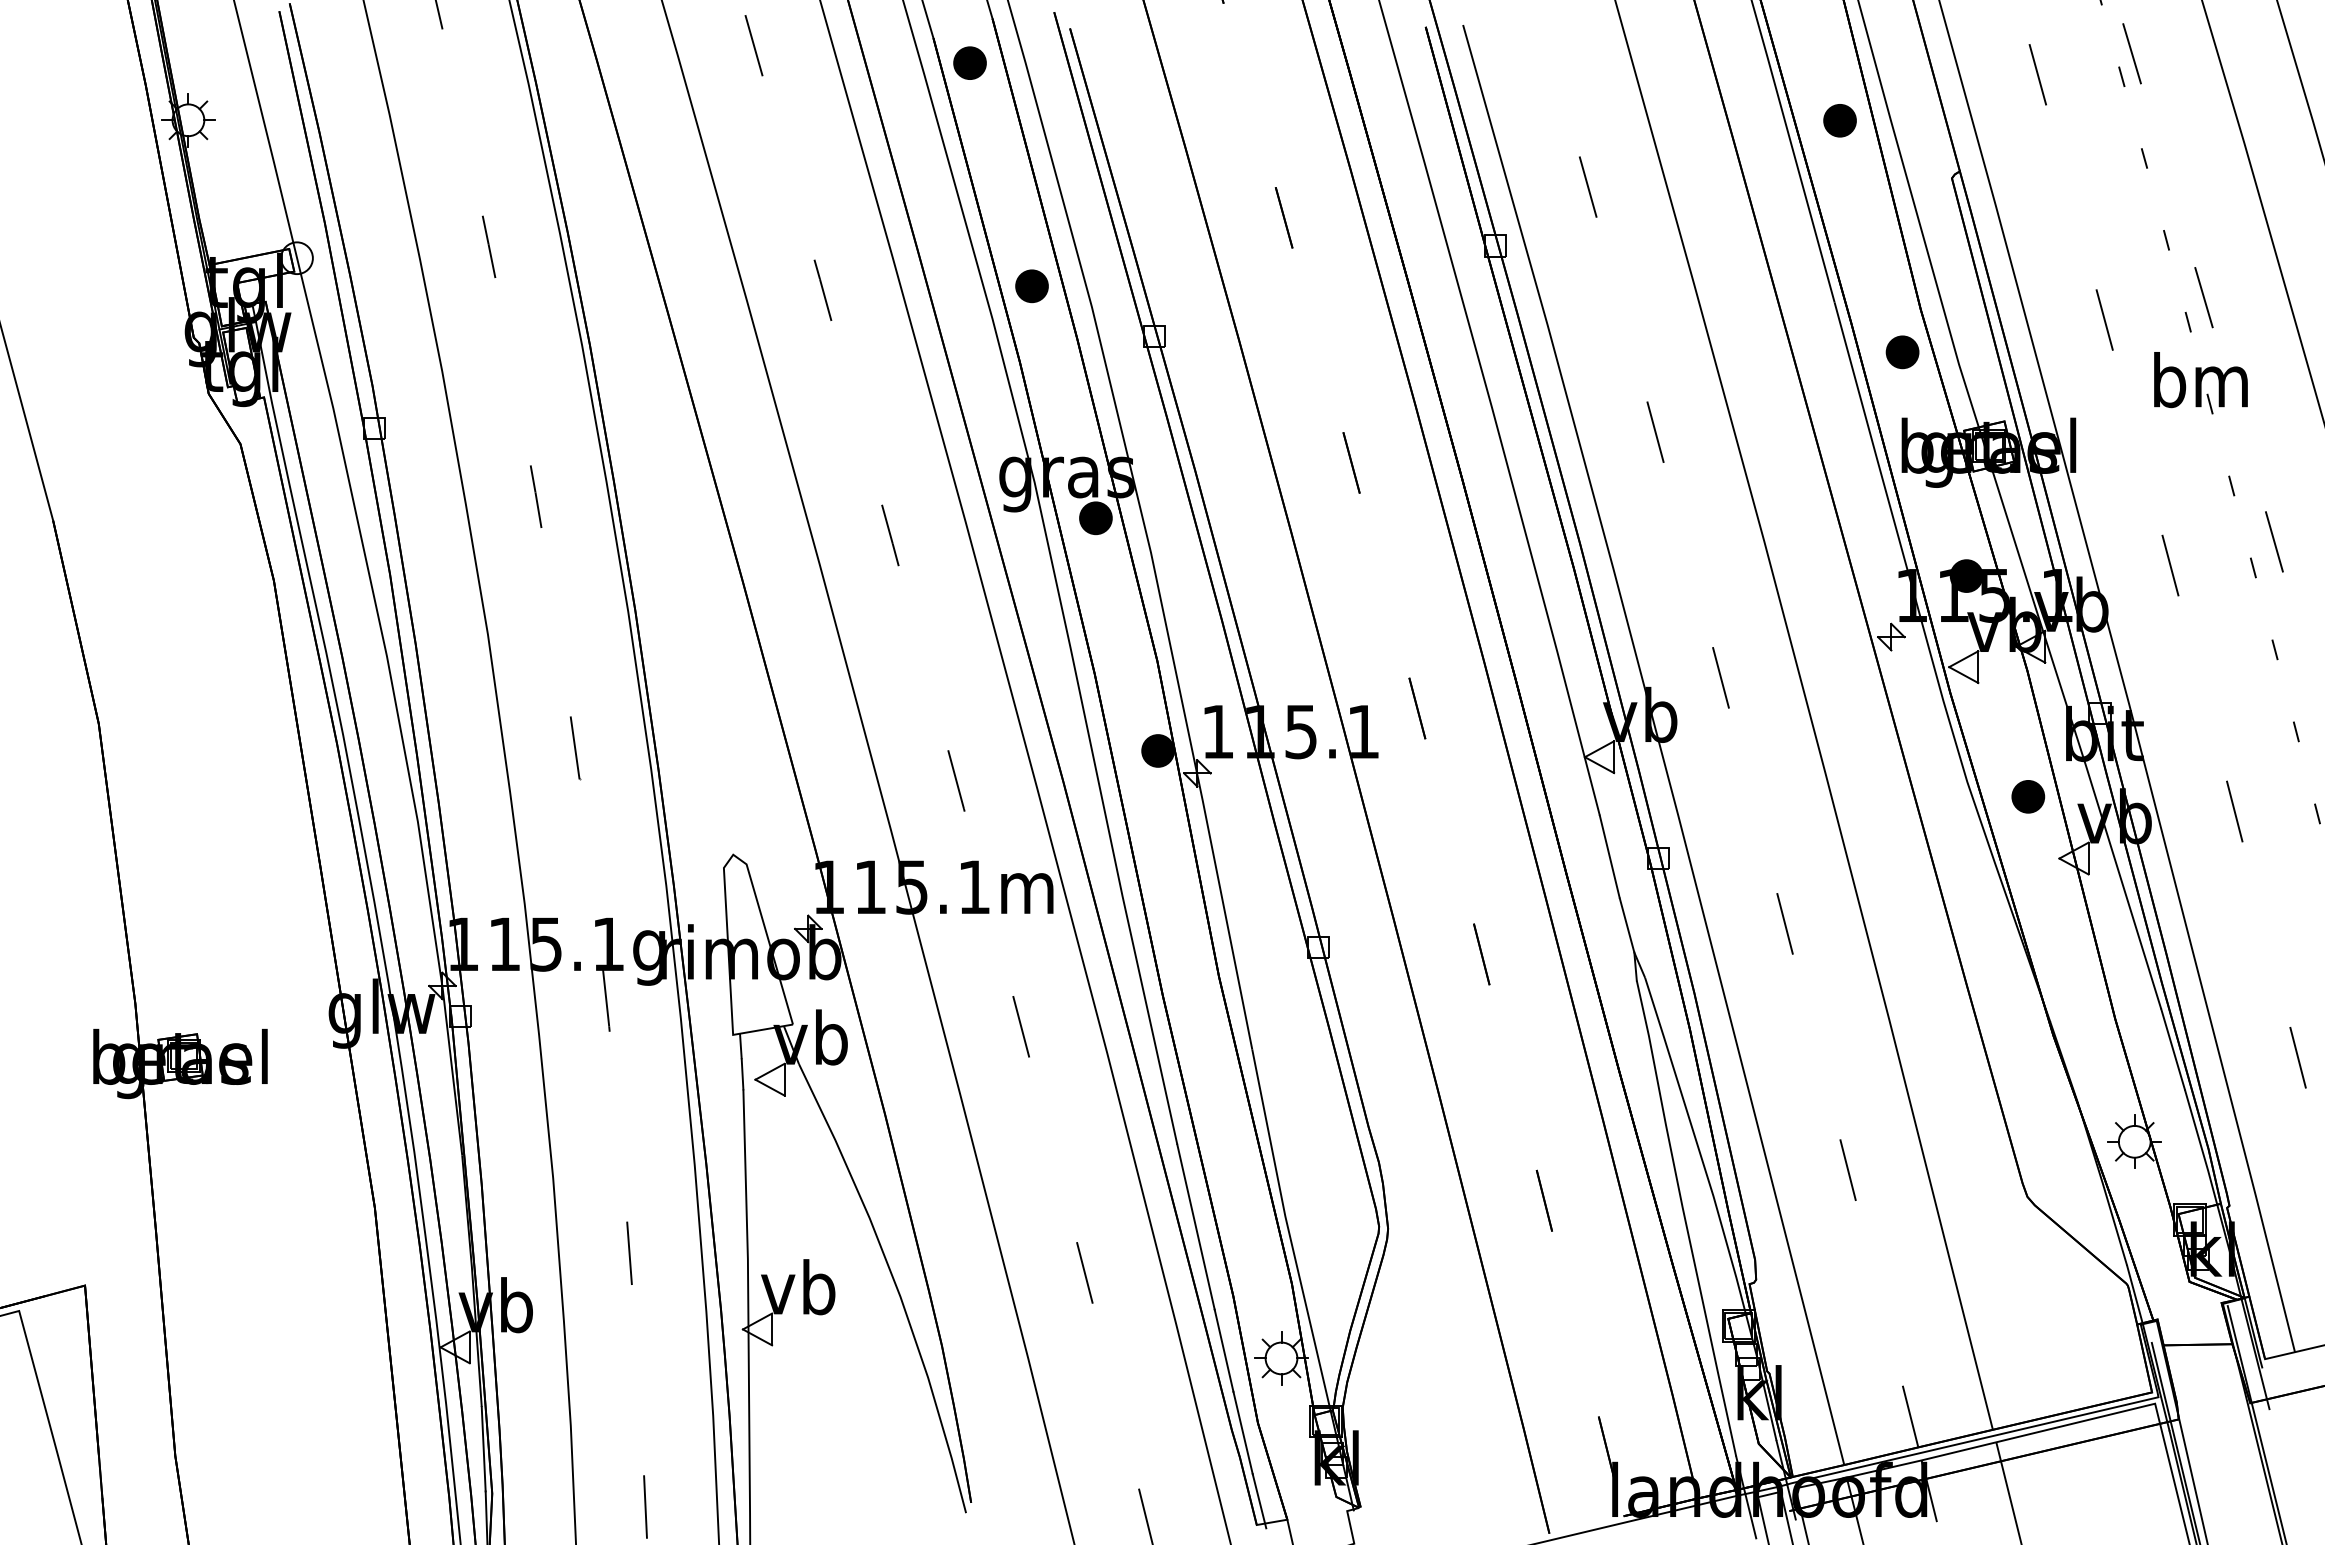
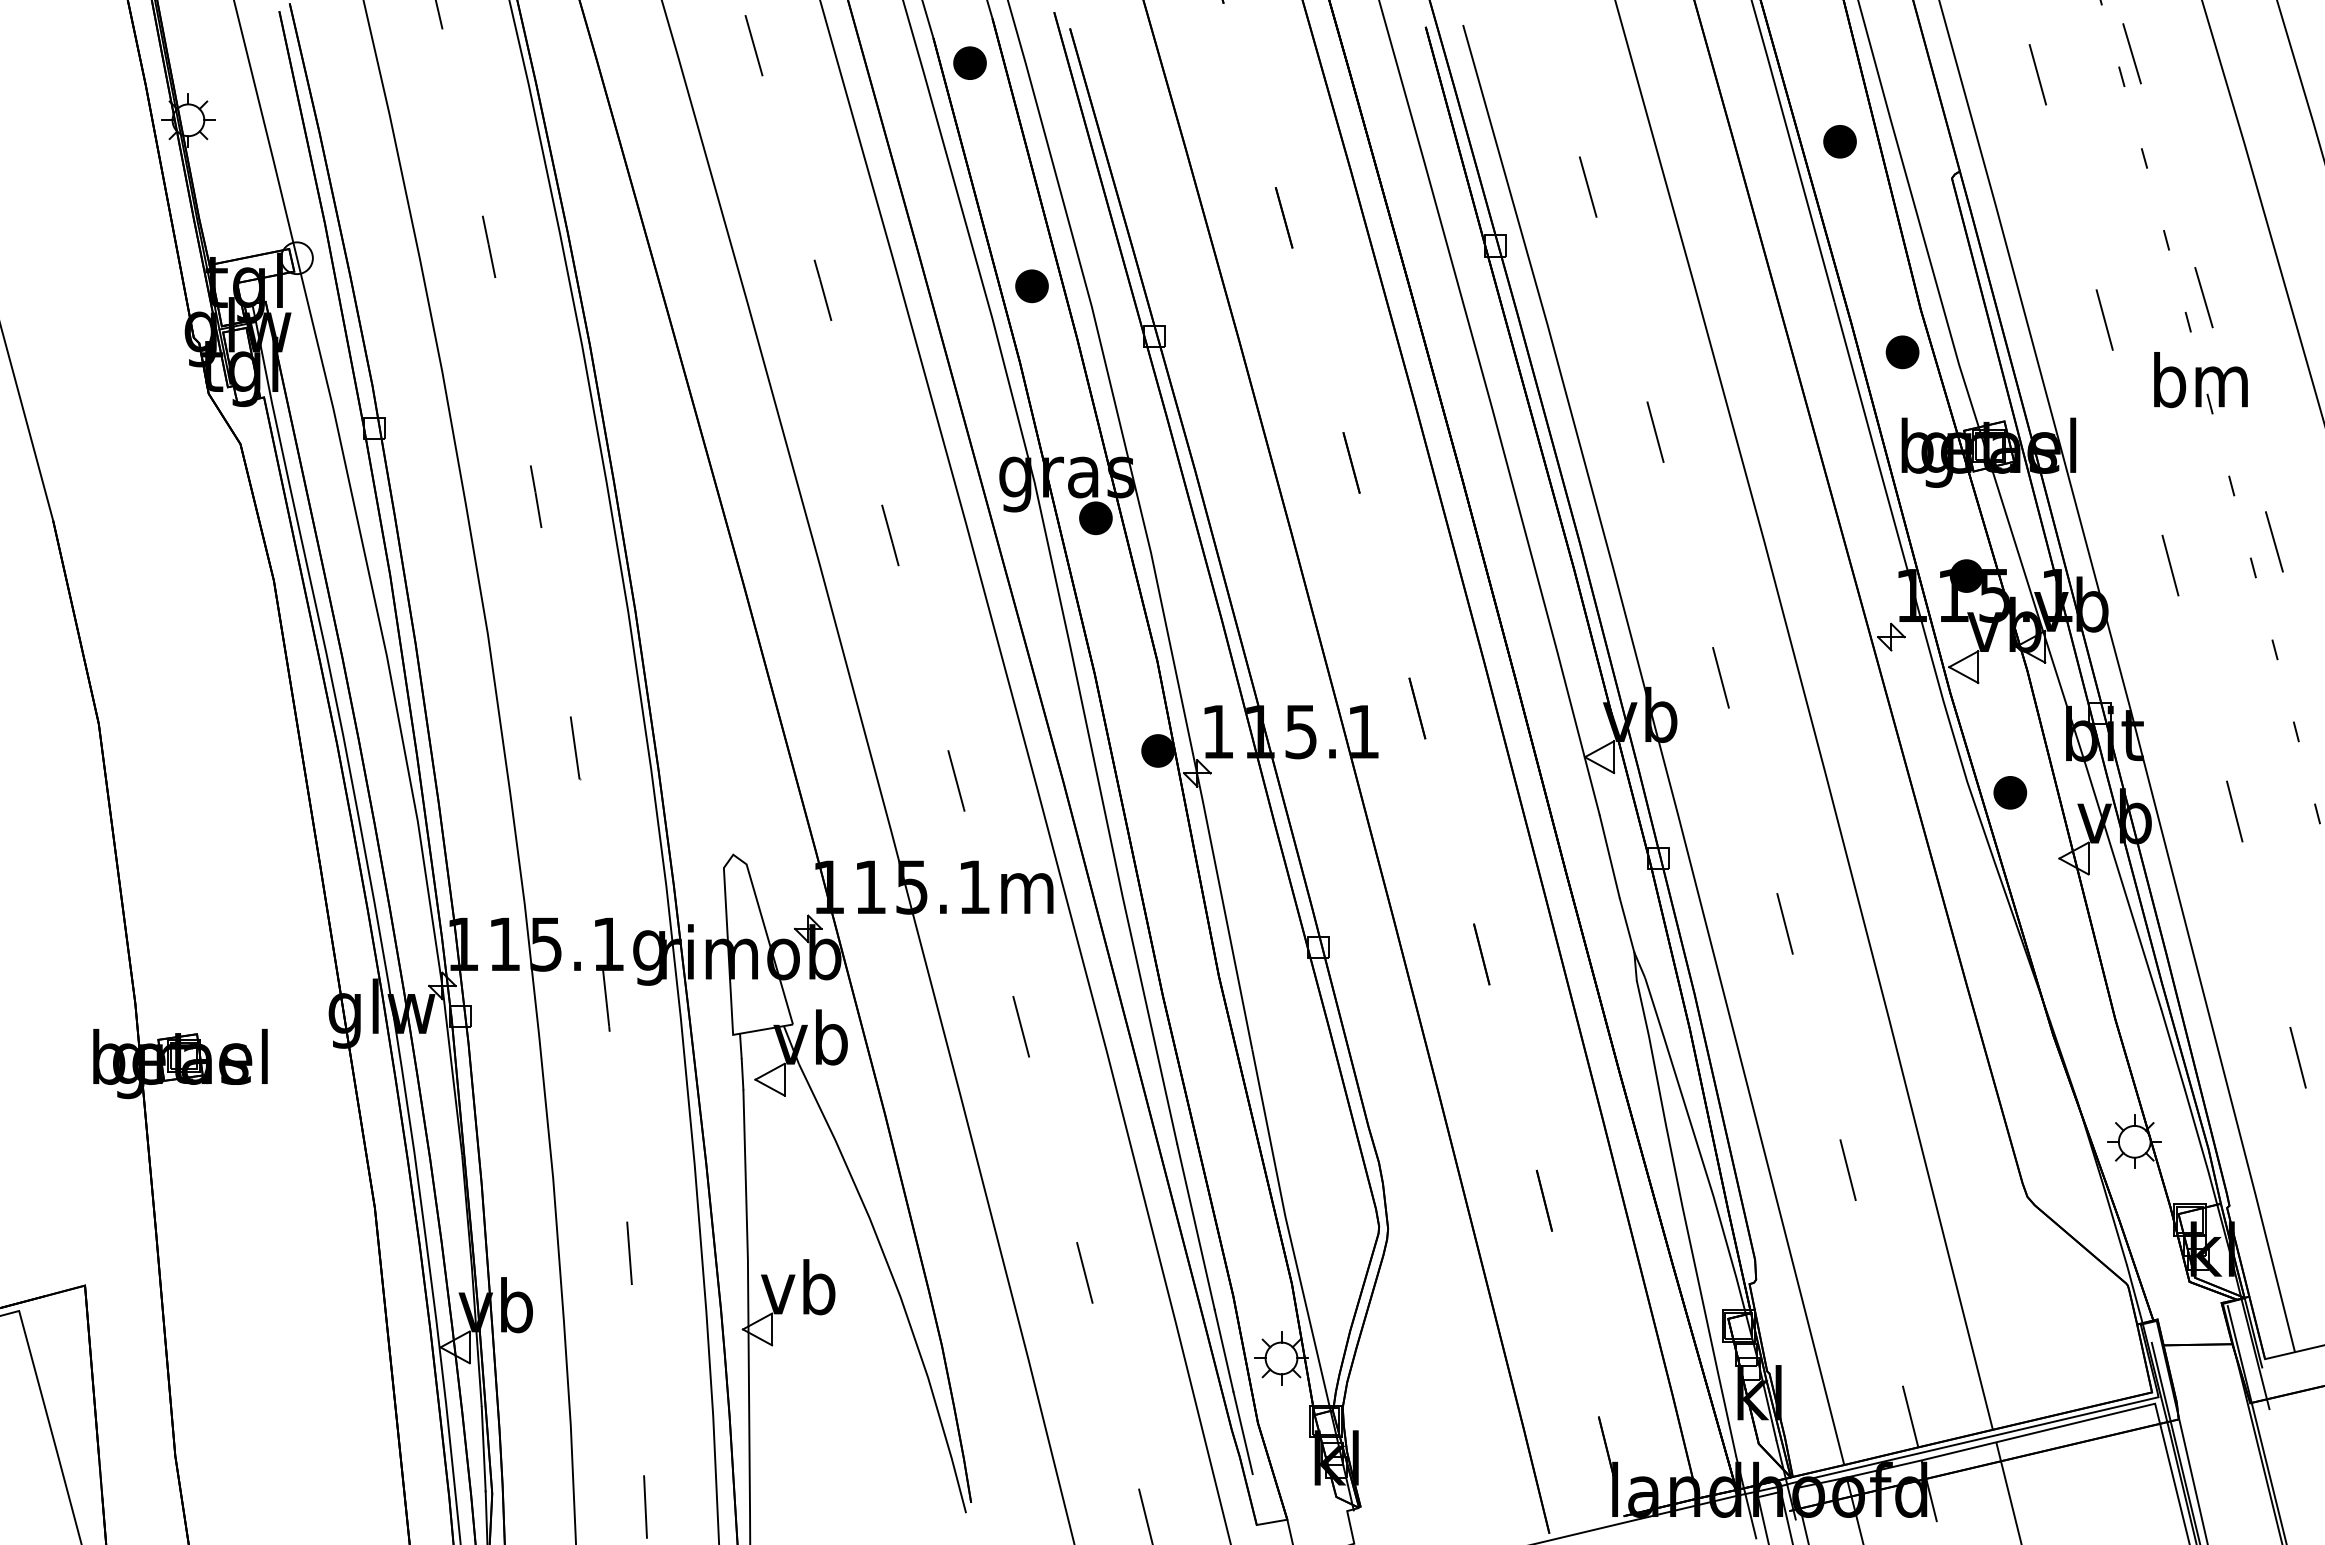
part at (1839, 120) position: (1839, 120) -> (1839, 141)
part at (2028, 796) position: (2028, 796) -> (2010, 792)
line at (1259, 1501): present -> none
